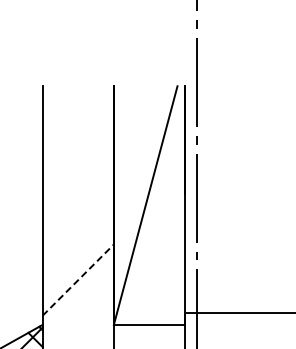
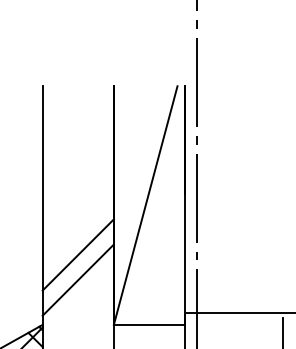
line at (77, 254): none -> present
line at (78, 279): dashed -> solid
line at (282, 331): none -> present
